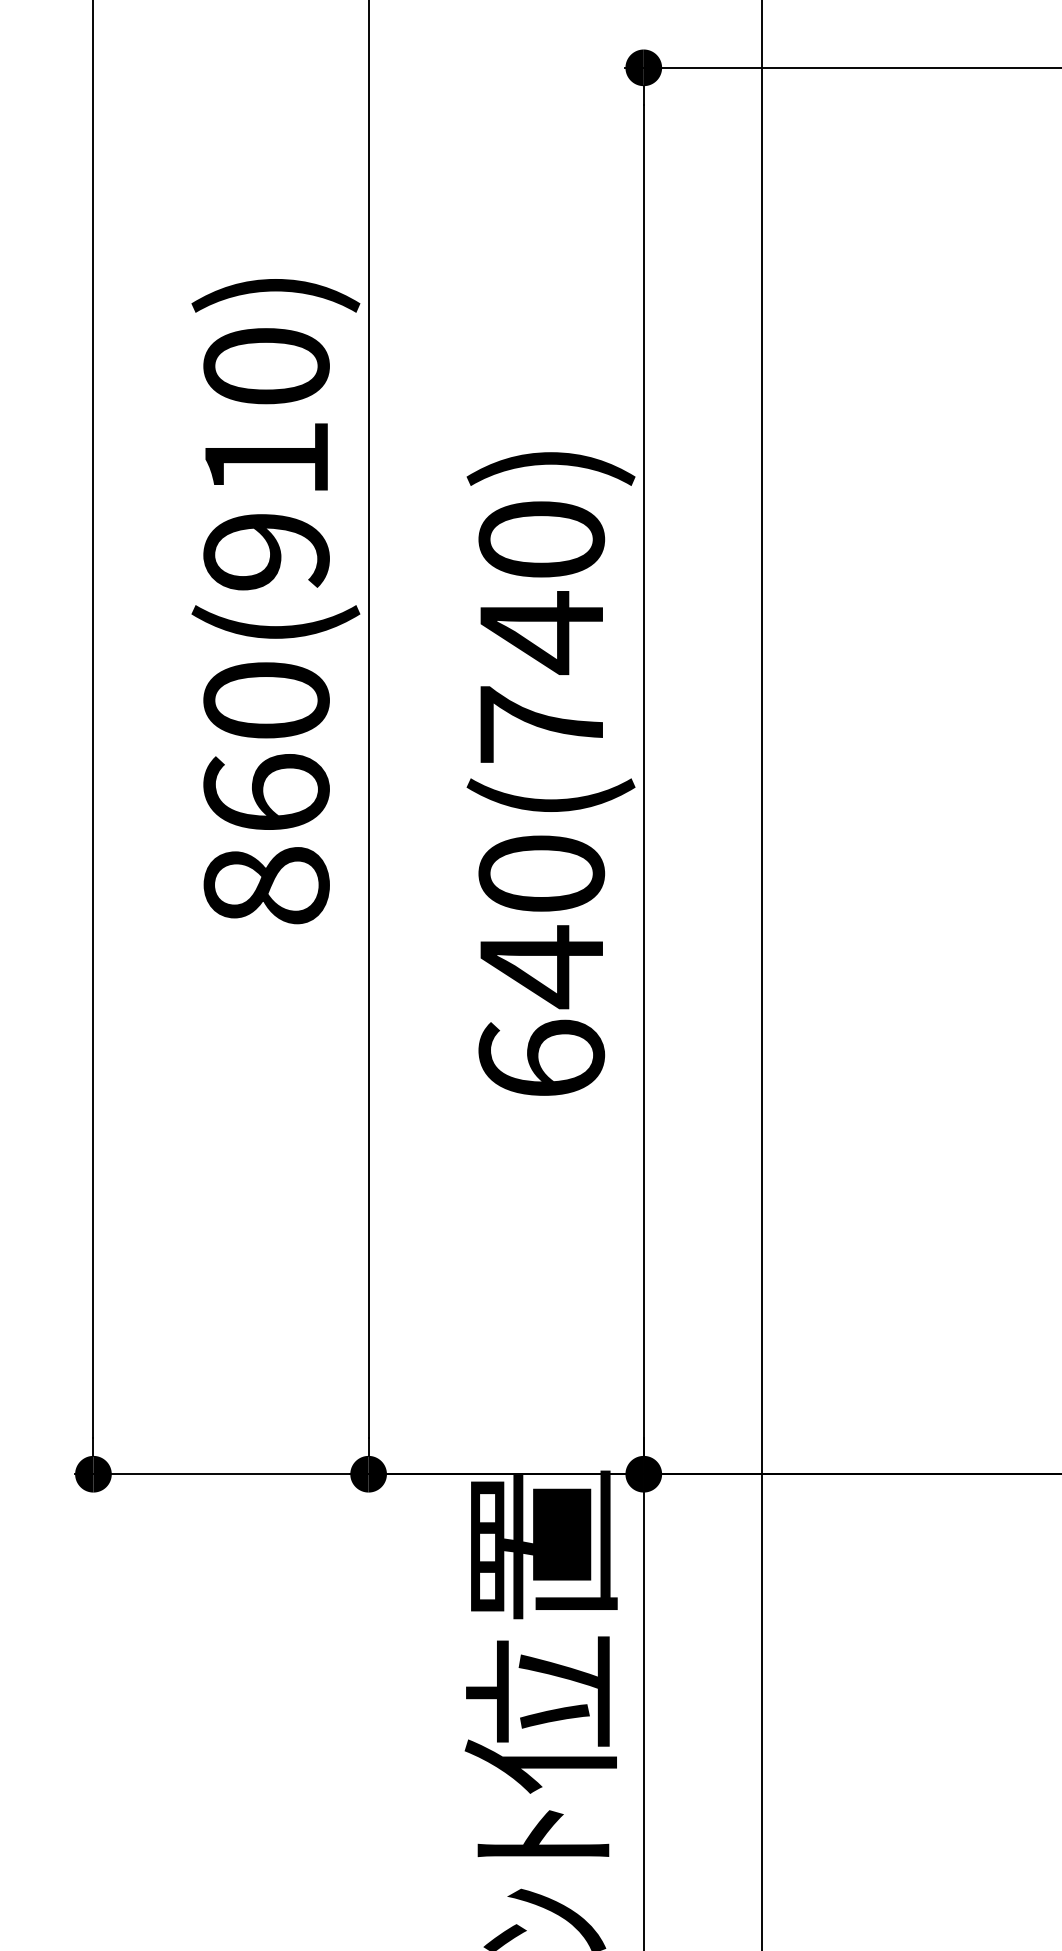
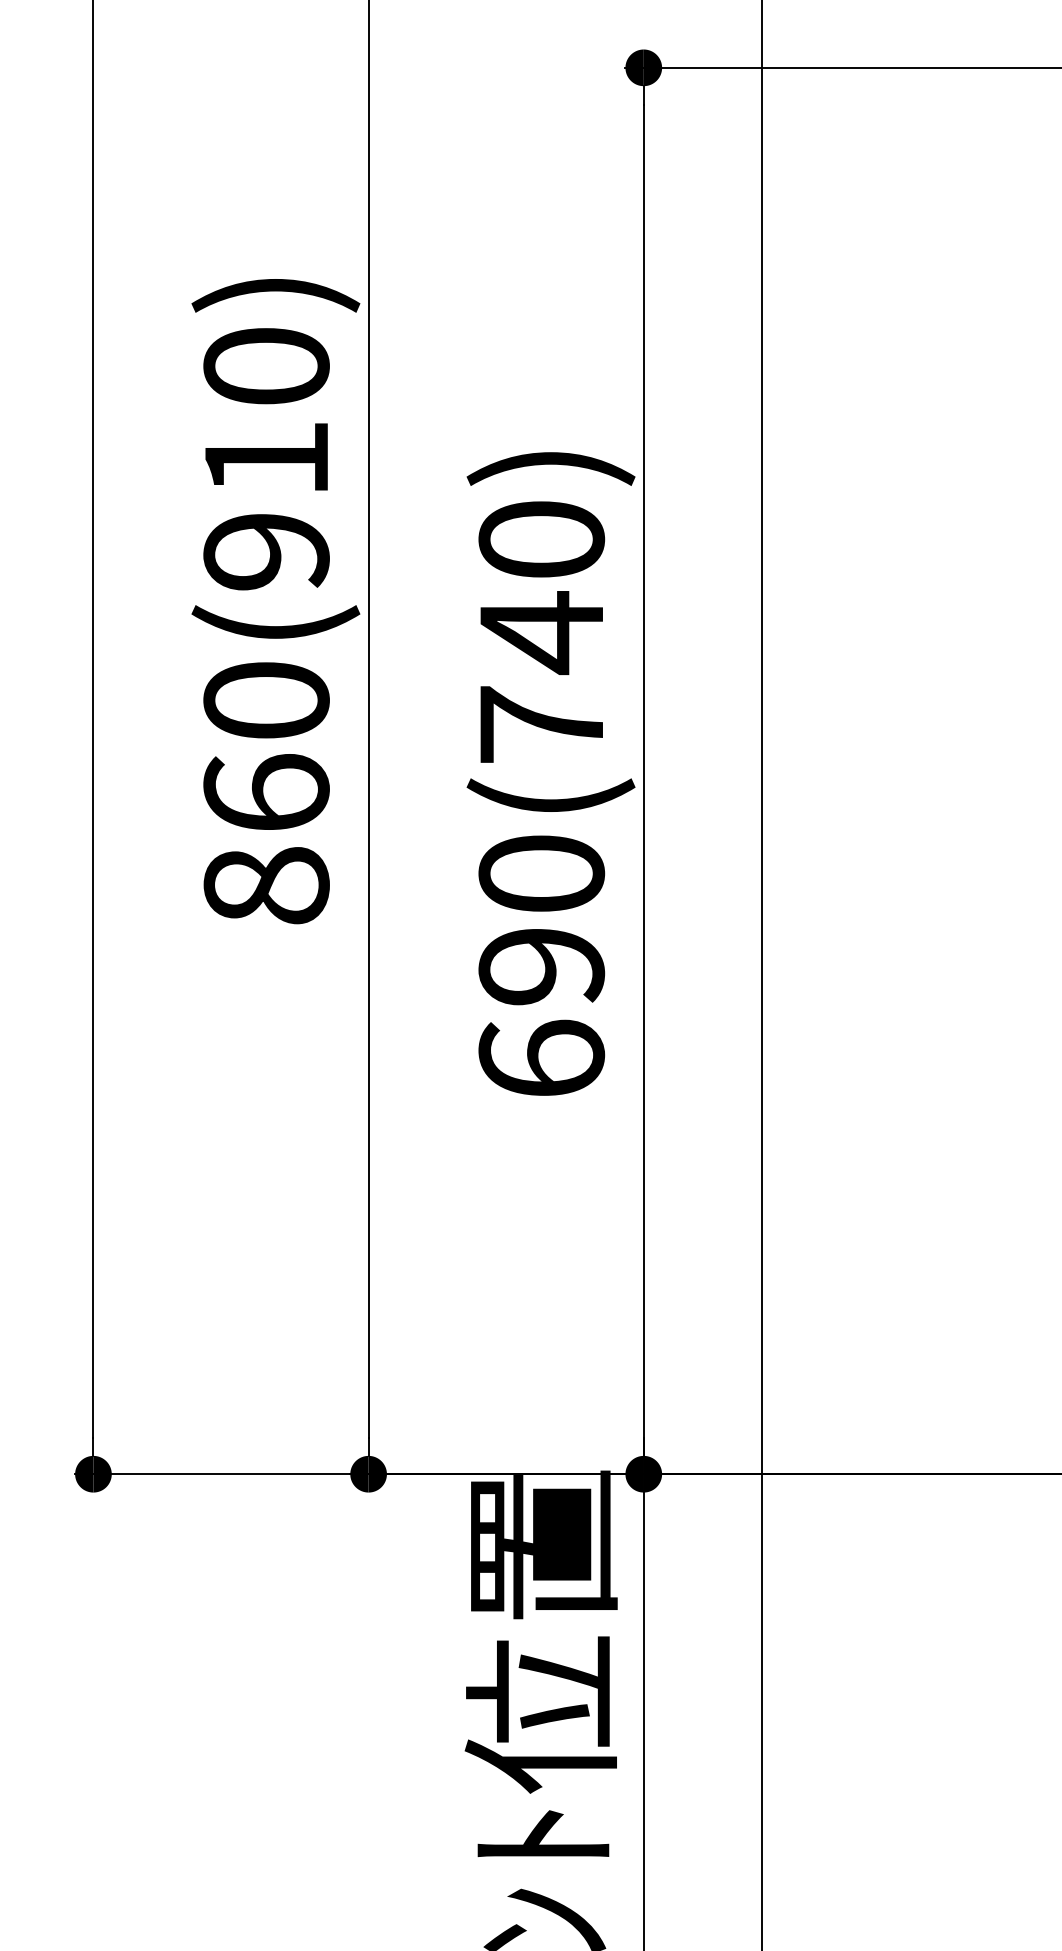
text at (541, 967): 640(740) -> 690(740)
